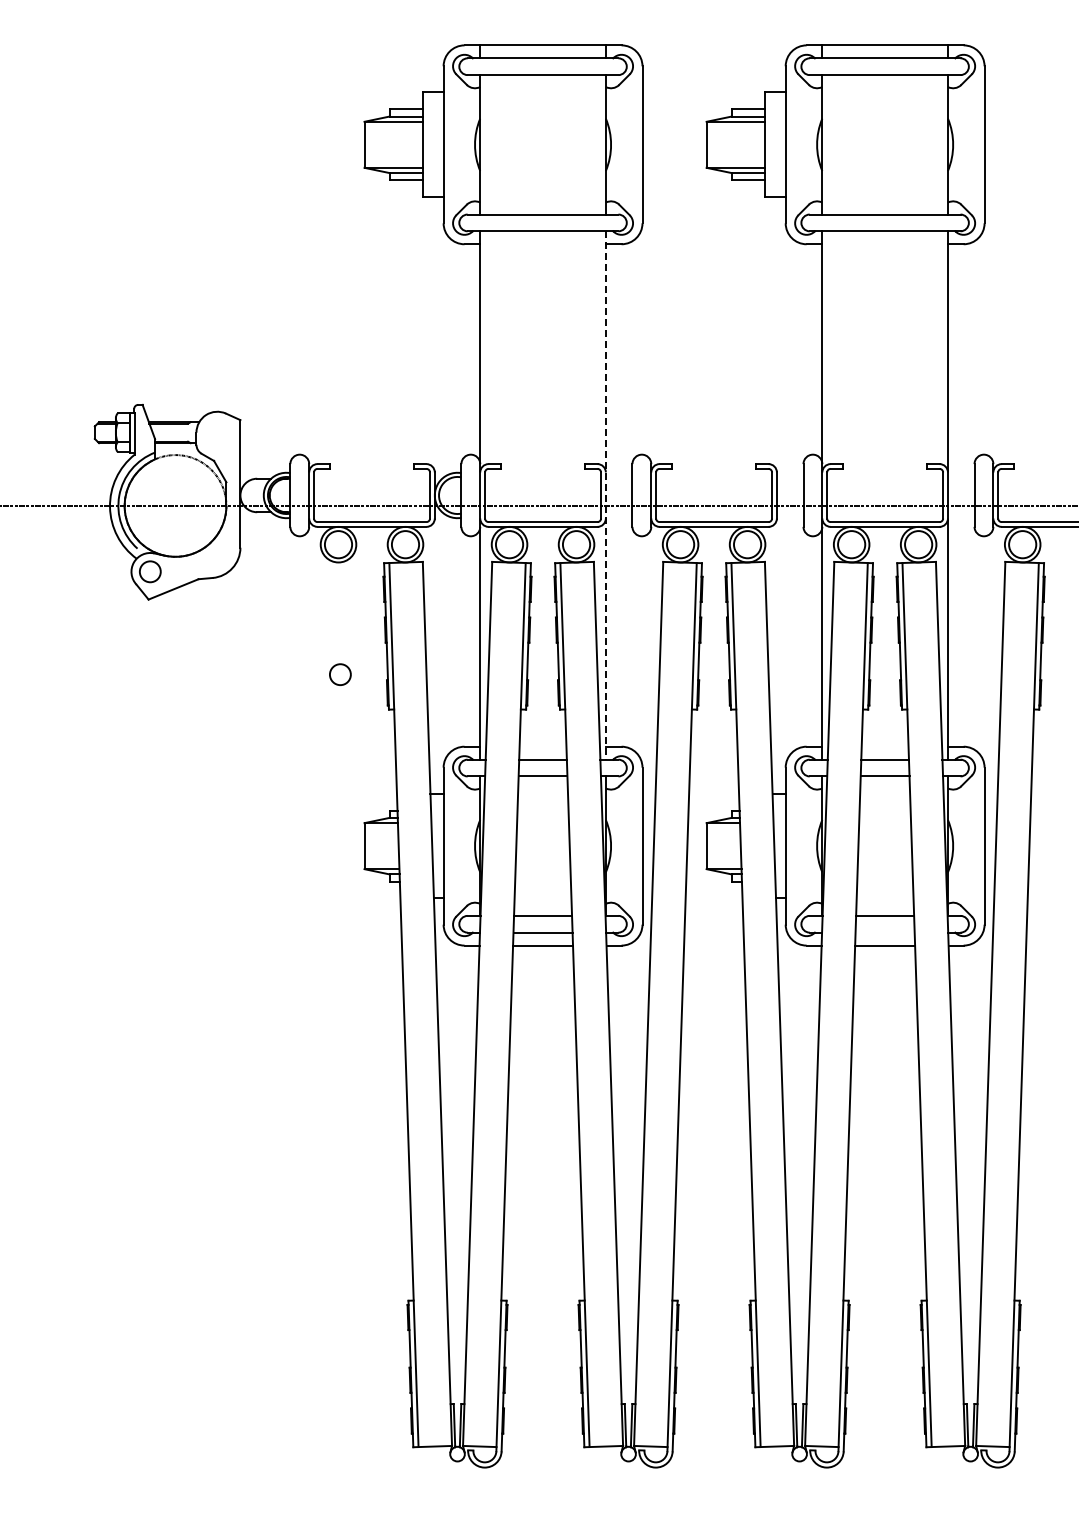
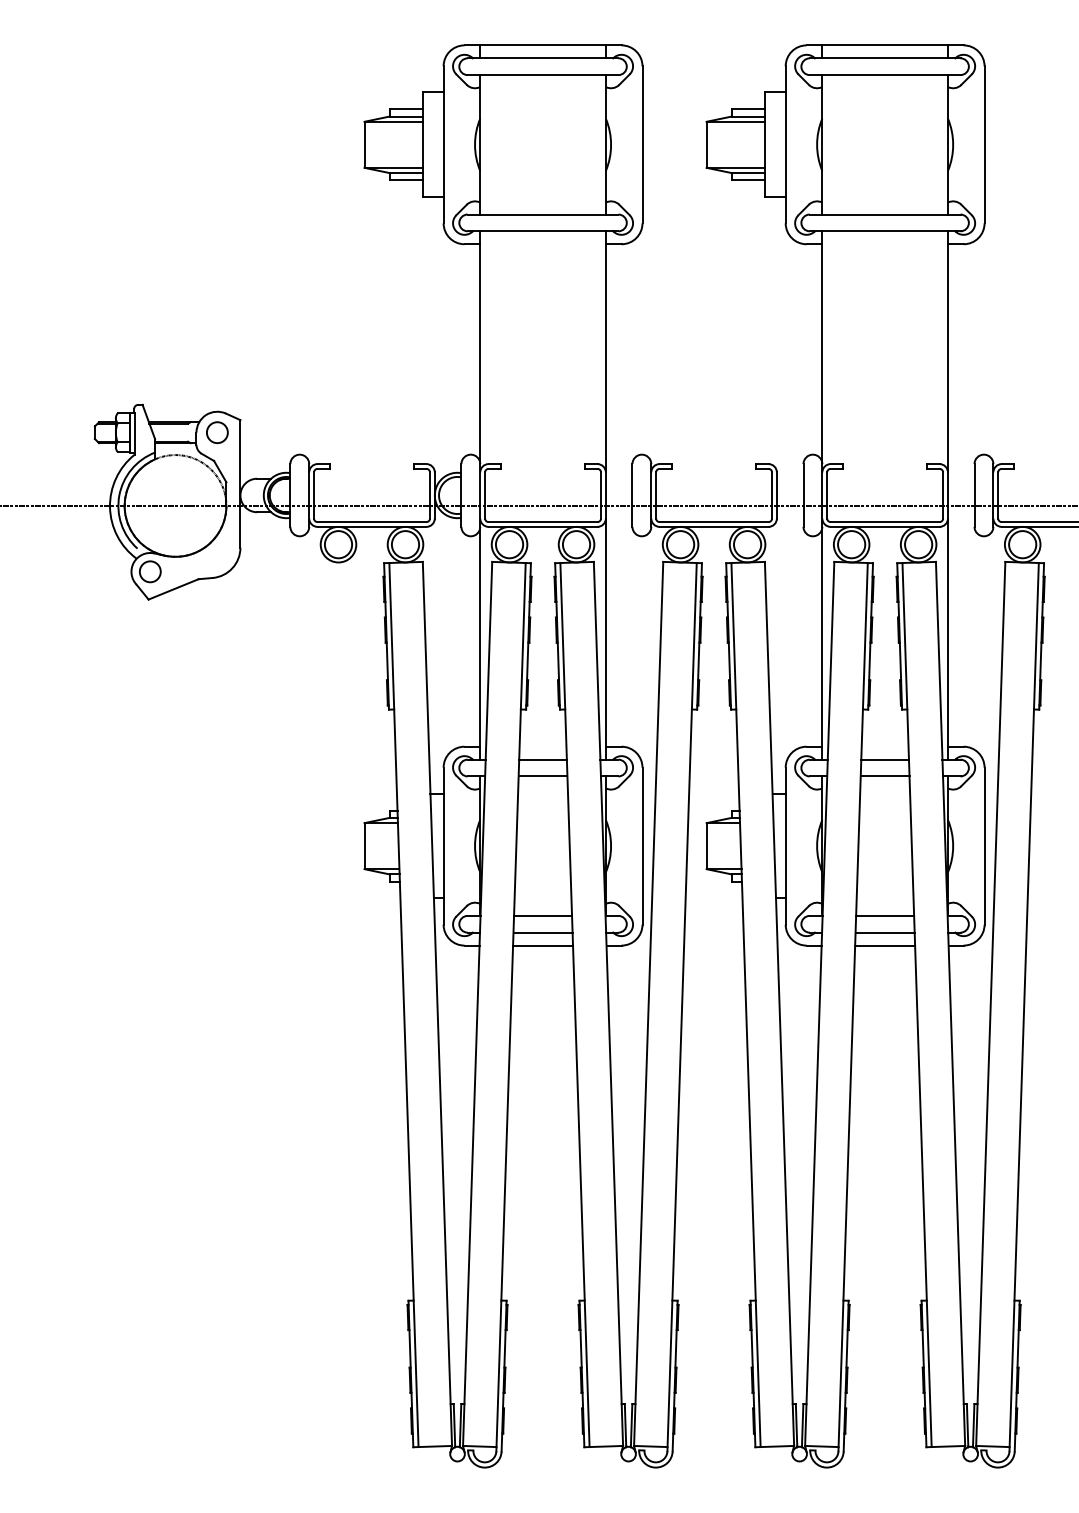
line at (605, 495): dashed -> solid
circle at (340, 674) position: (340, 674) -> (217, 432)
line at (884, 932): none -> present
